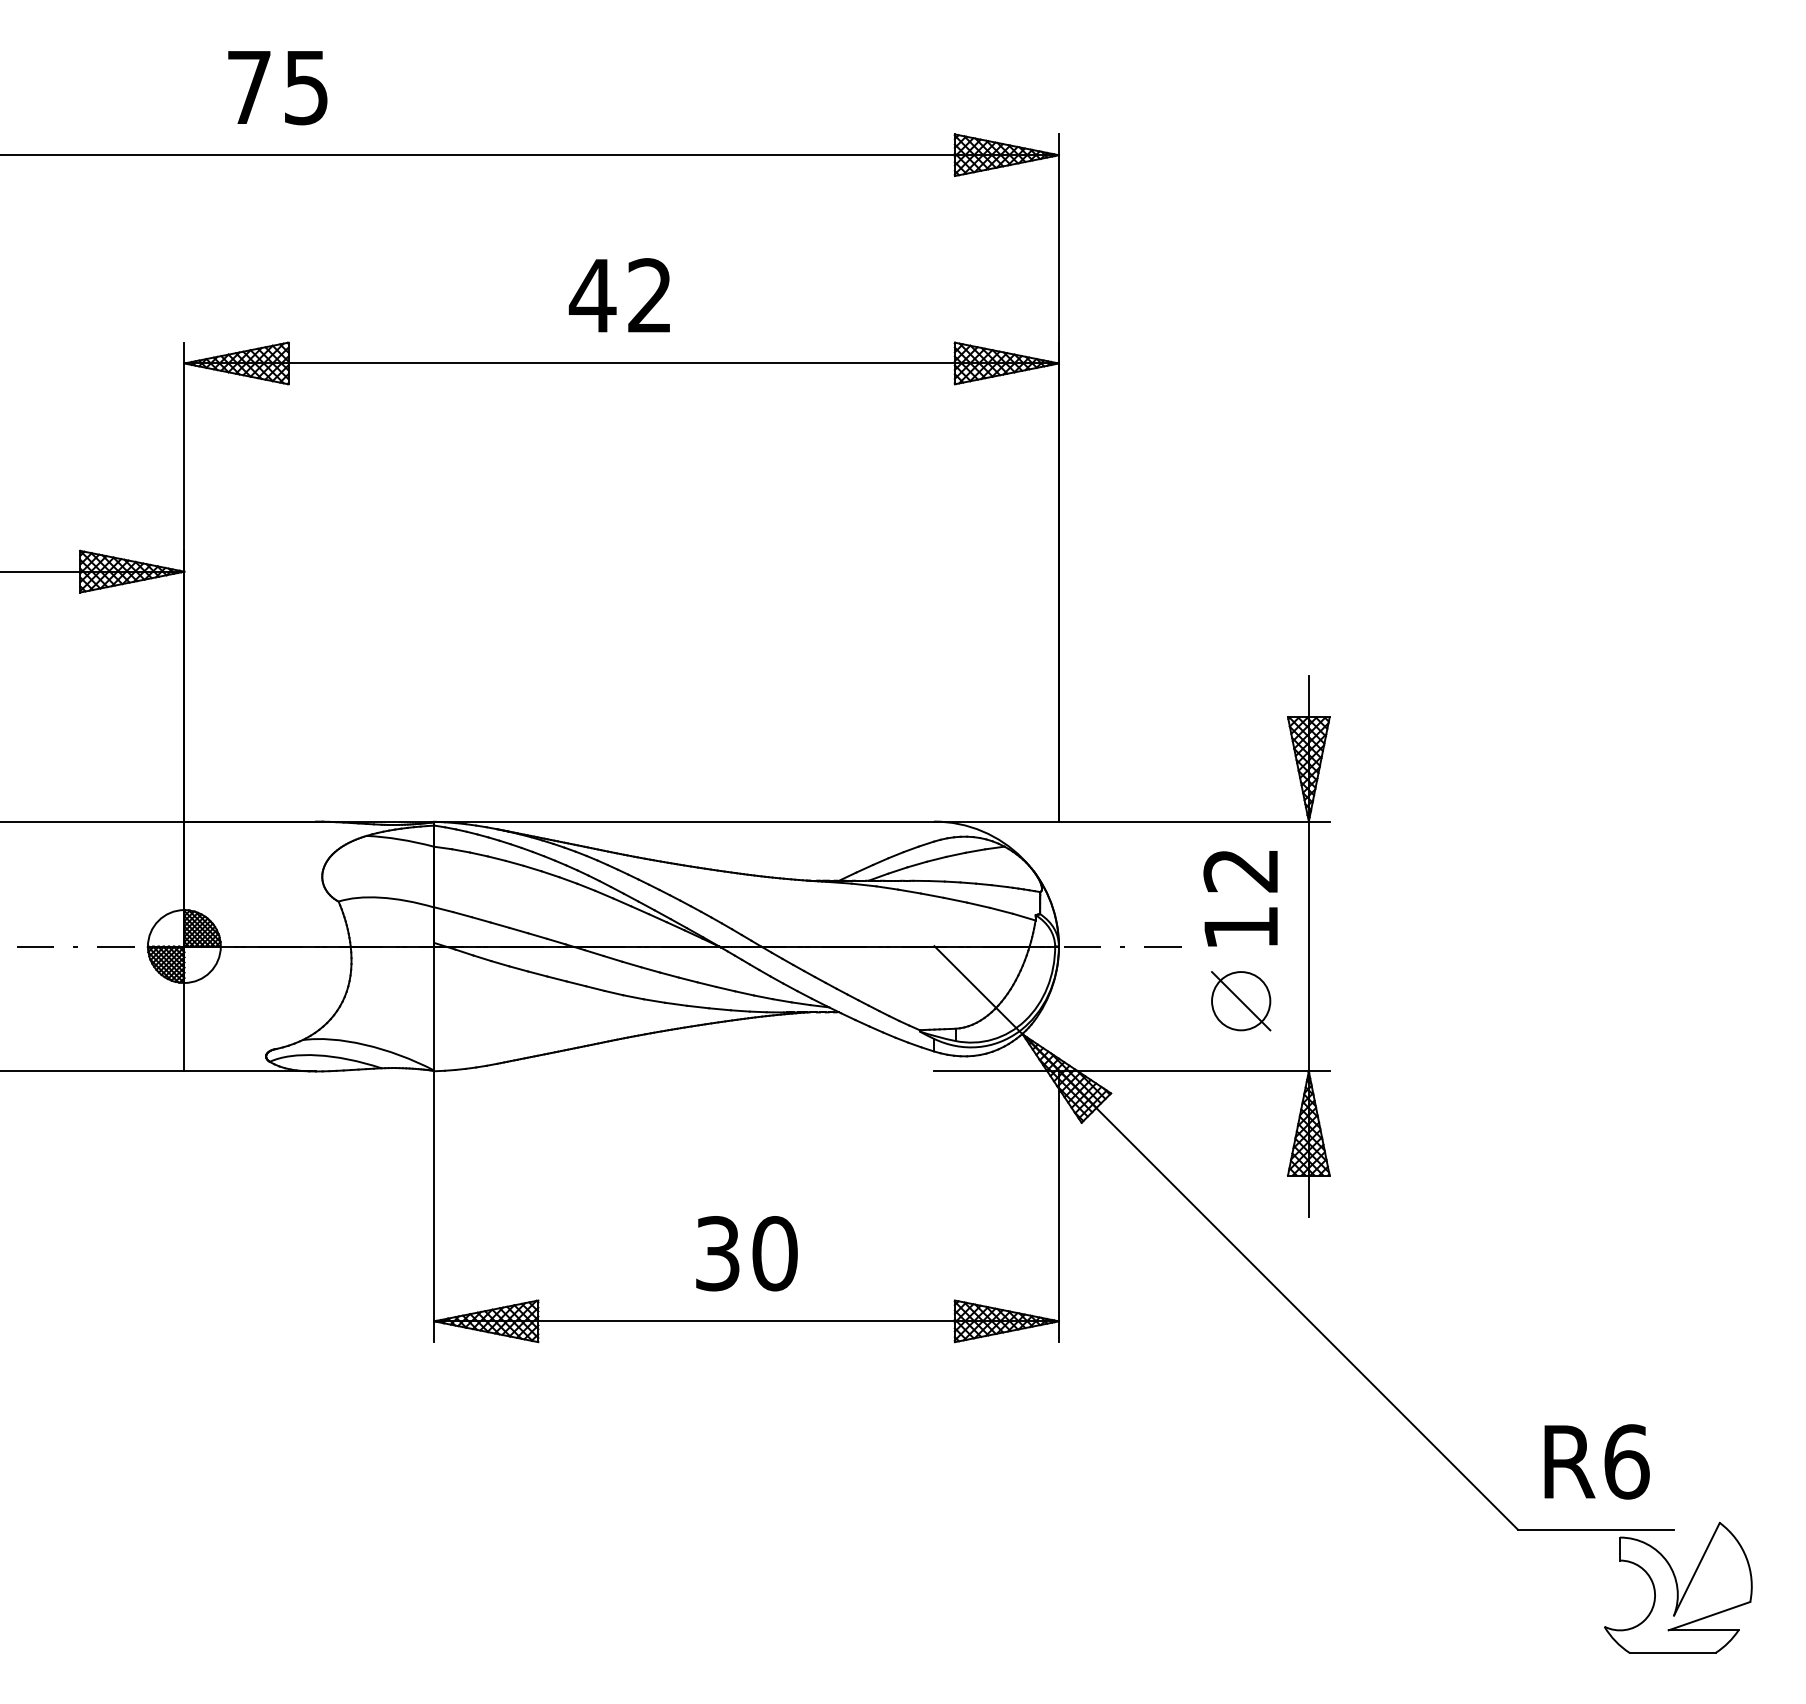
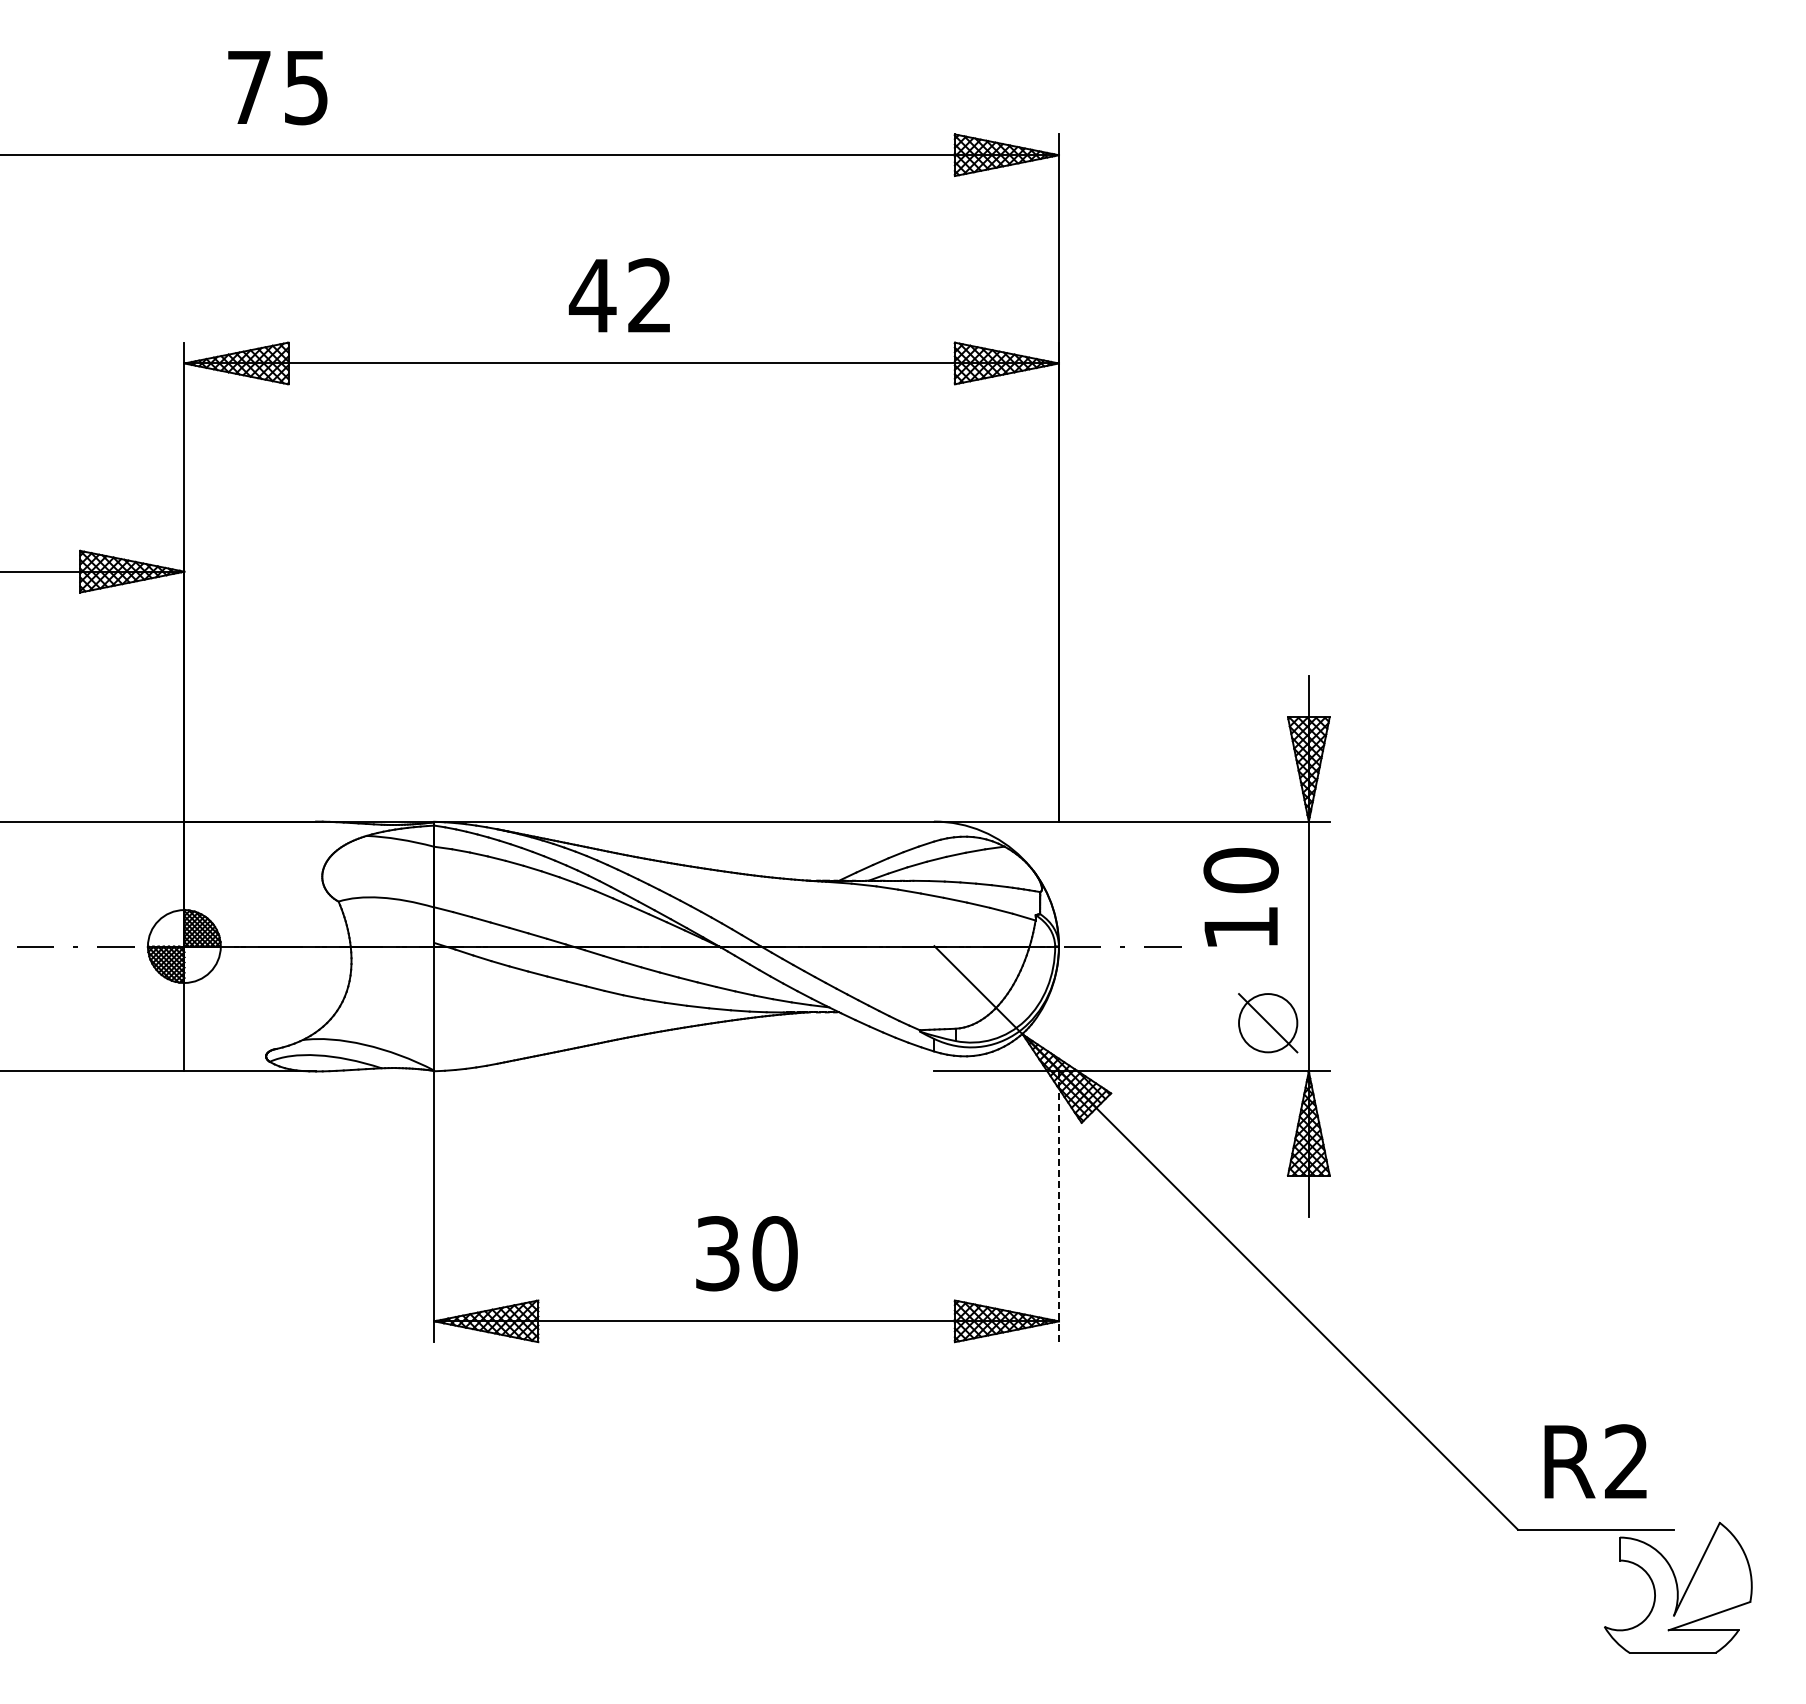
text at (1240, 870): 12 -> 10
part at (1241, 1001) position: (1241, 1001) -> (1268, 1023)
line at (1058, 1206): solid -> dashed
text at (1626, 1461): R6 -> R2
